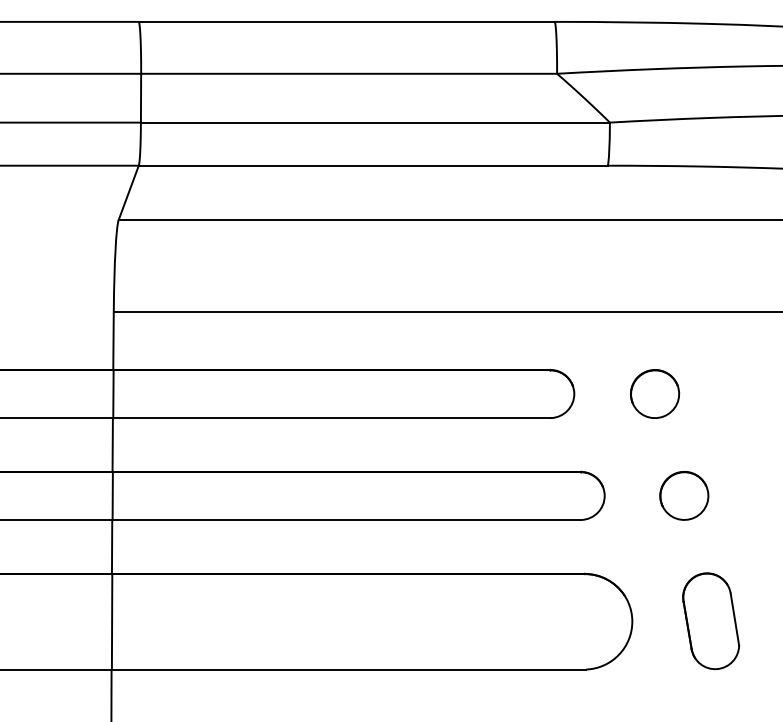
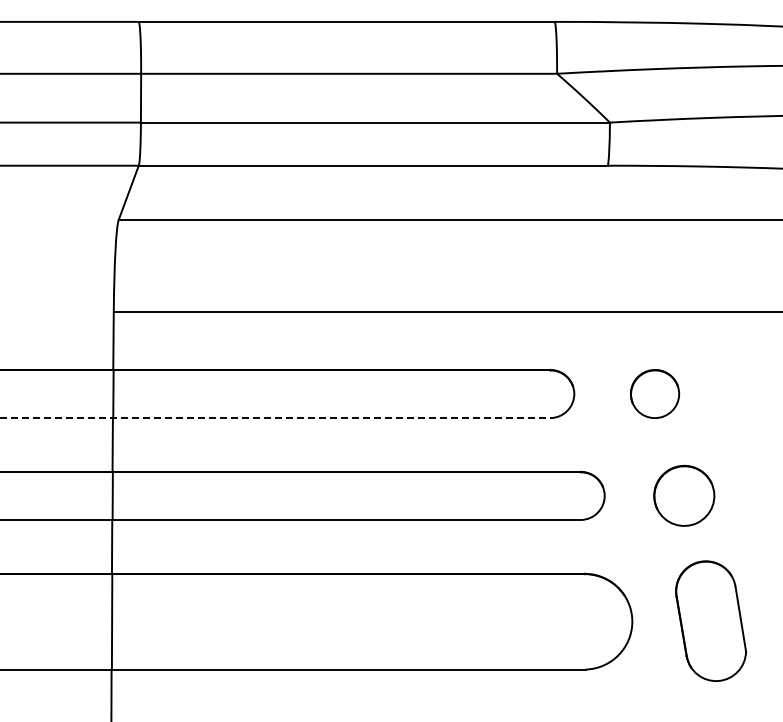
line at (275, 418): solid -> dashed
part at (684, 495) size: 51x50 px -> 63x63 px
part at (711, 621) size: 59x99 px -> 72x122 px
